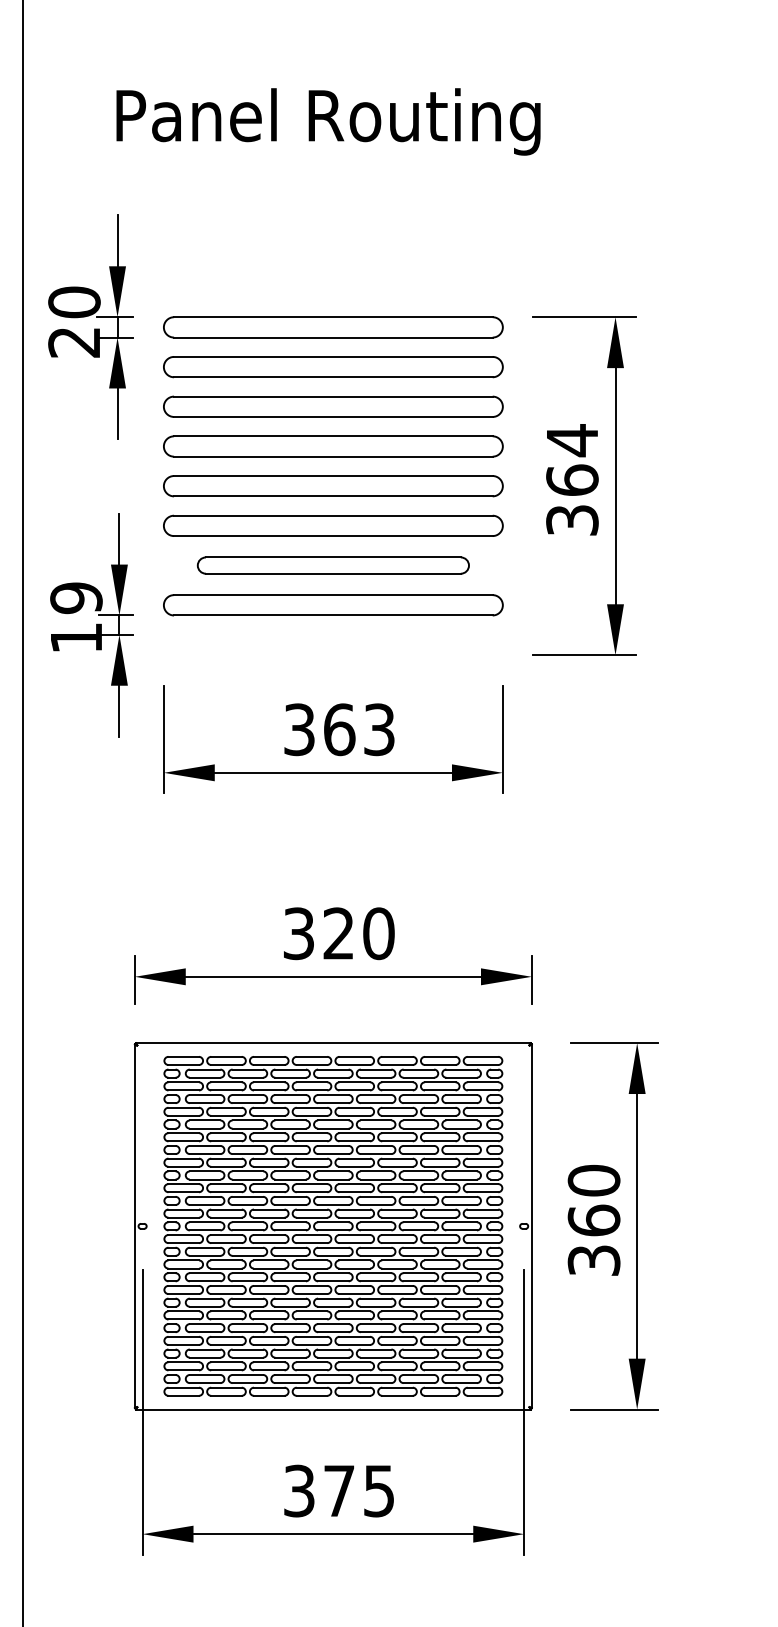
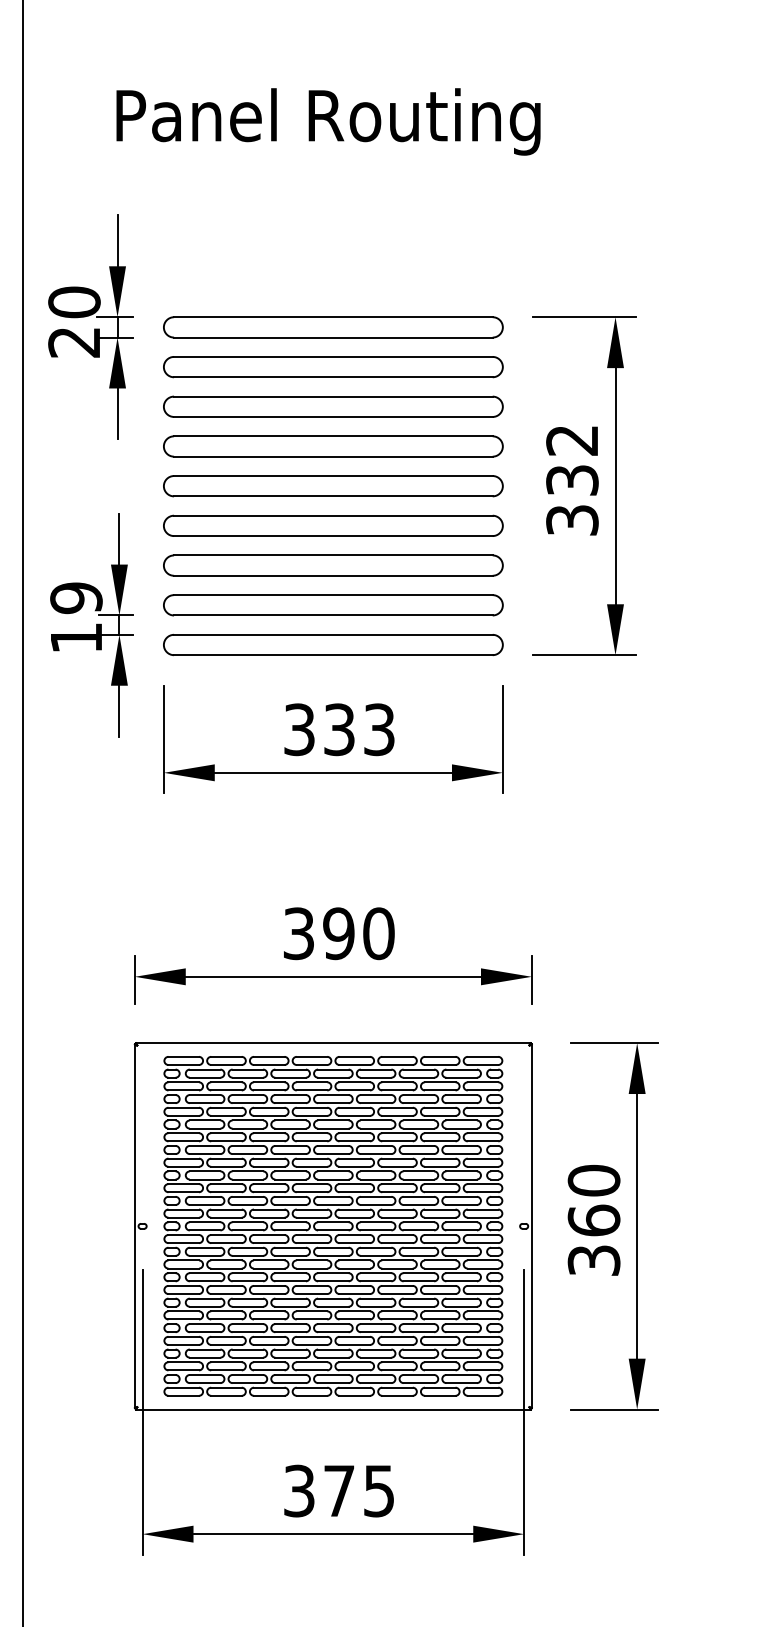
text at (572, 459): 364 -> 332
part at (332, 565) size: 274x19 px -> 341x23 px
part at (333, 645): none -> present
text at (339, 729): 363 -> 333
text at (338, 933): 320 -> 390
